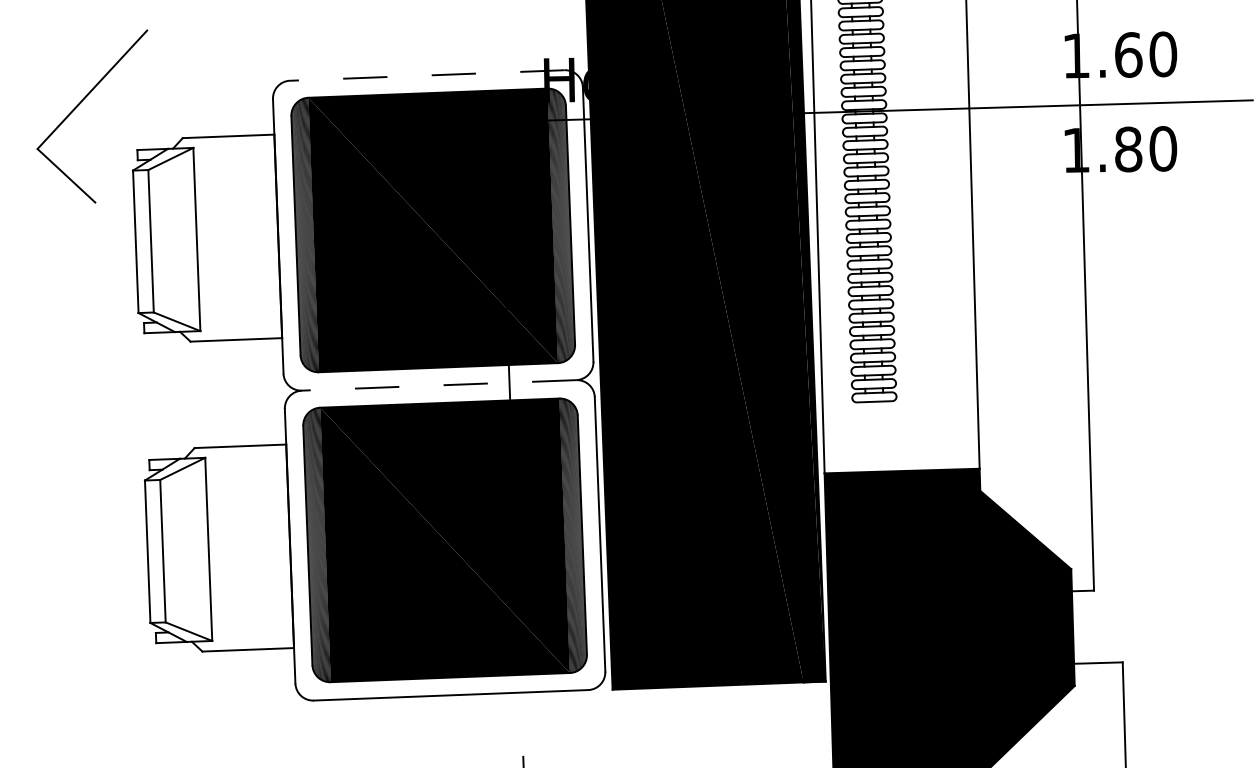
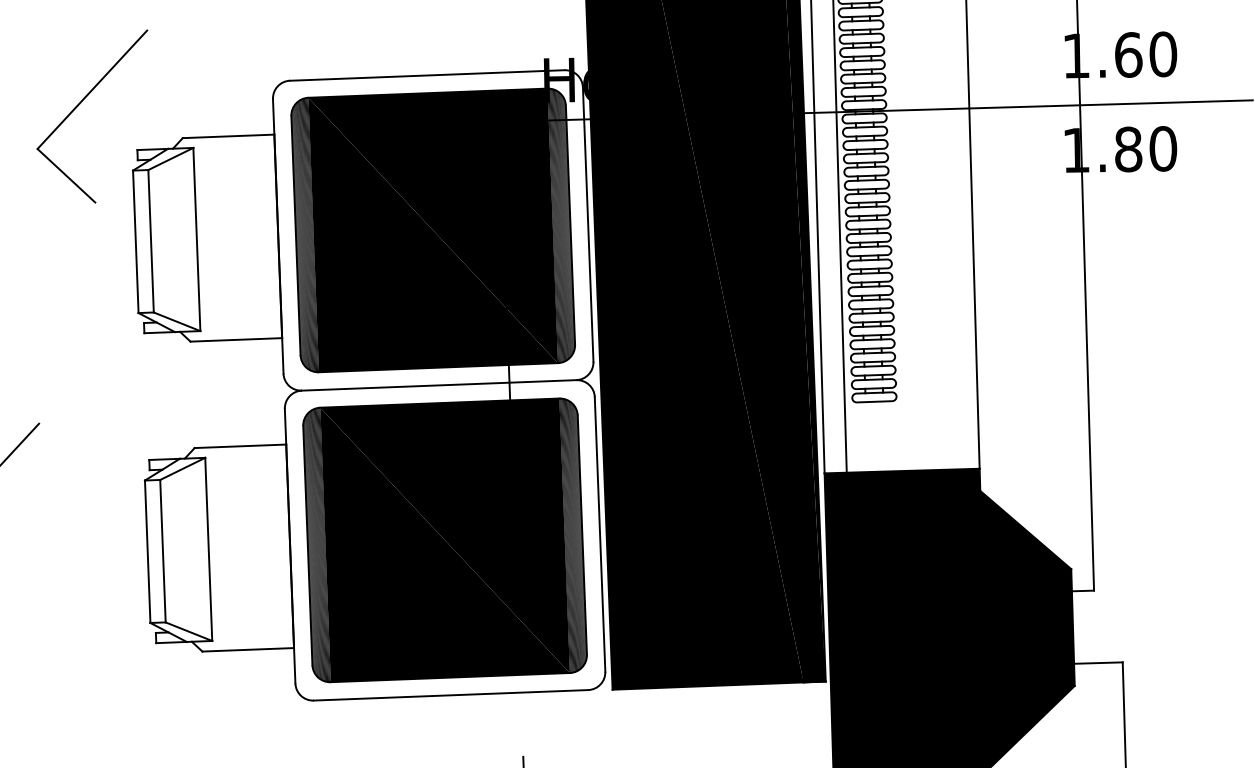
line at (426, 75): dashed -> solid
line at (839, 237): none -> present
line at (438, 385): dashed -> solid
line at (20, 443): none -> present
